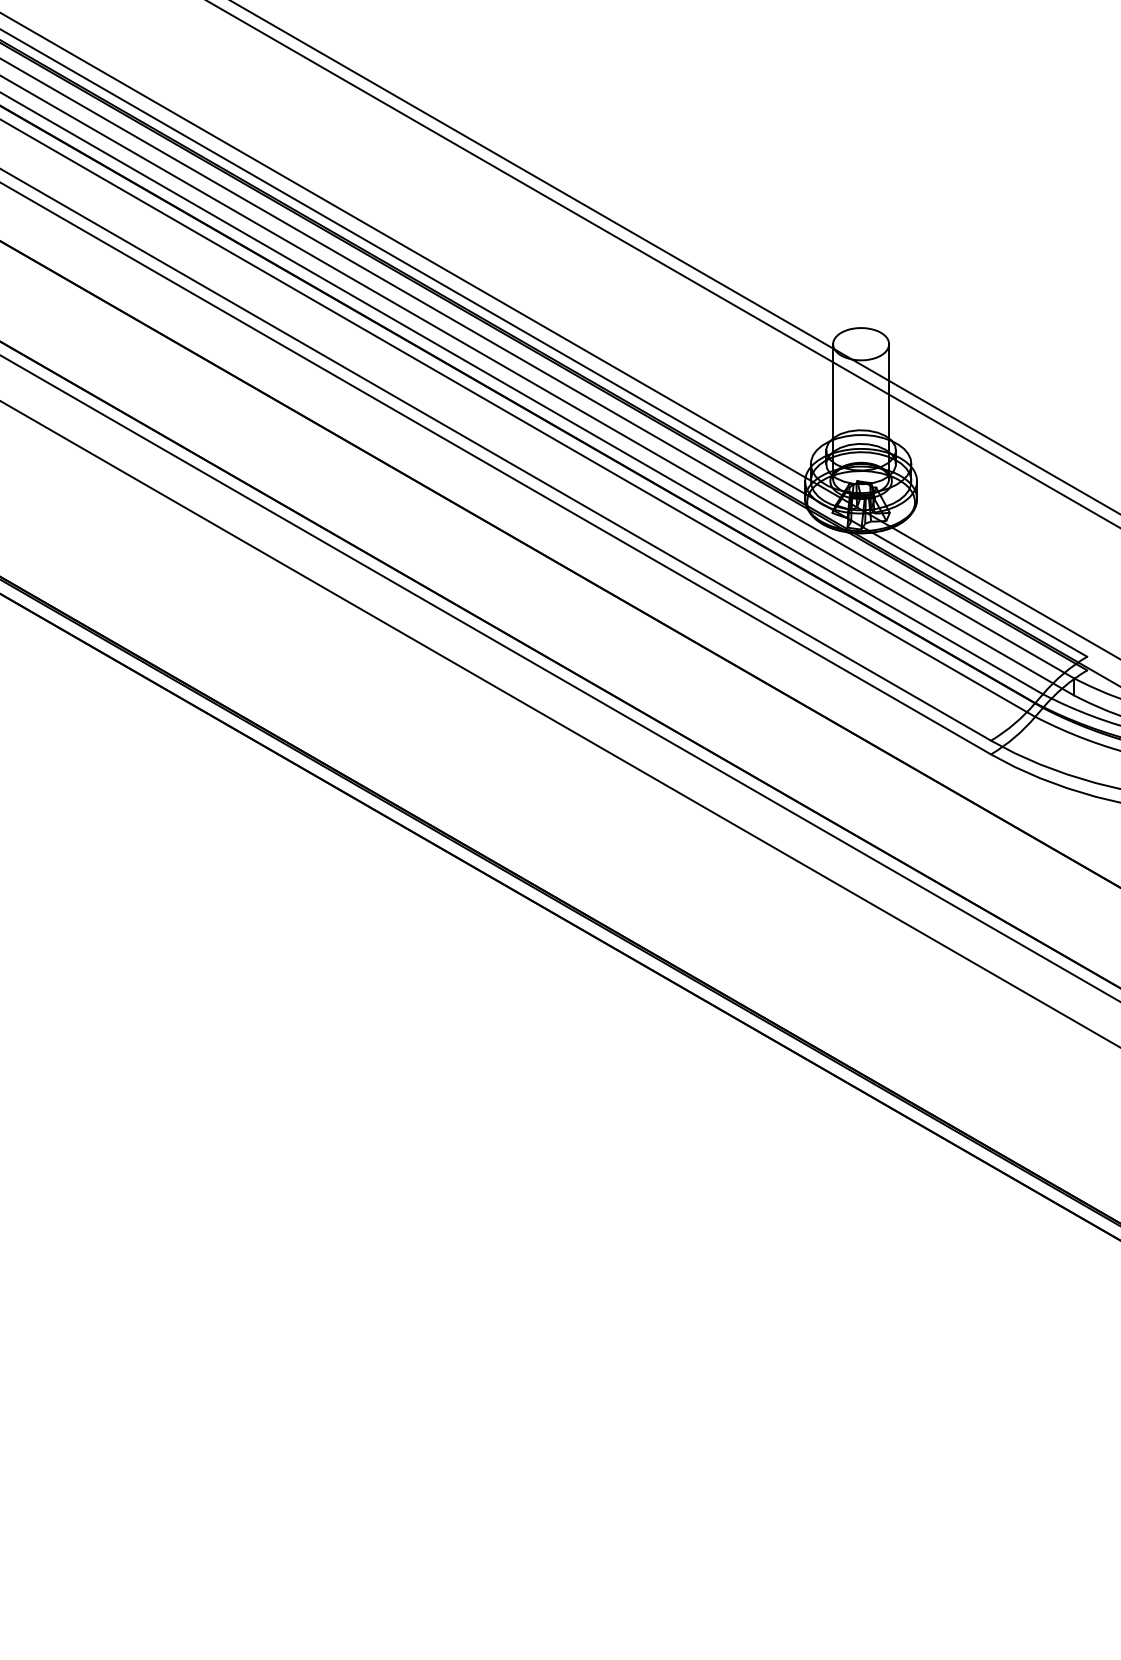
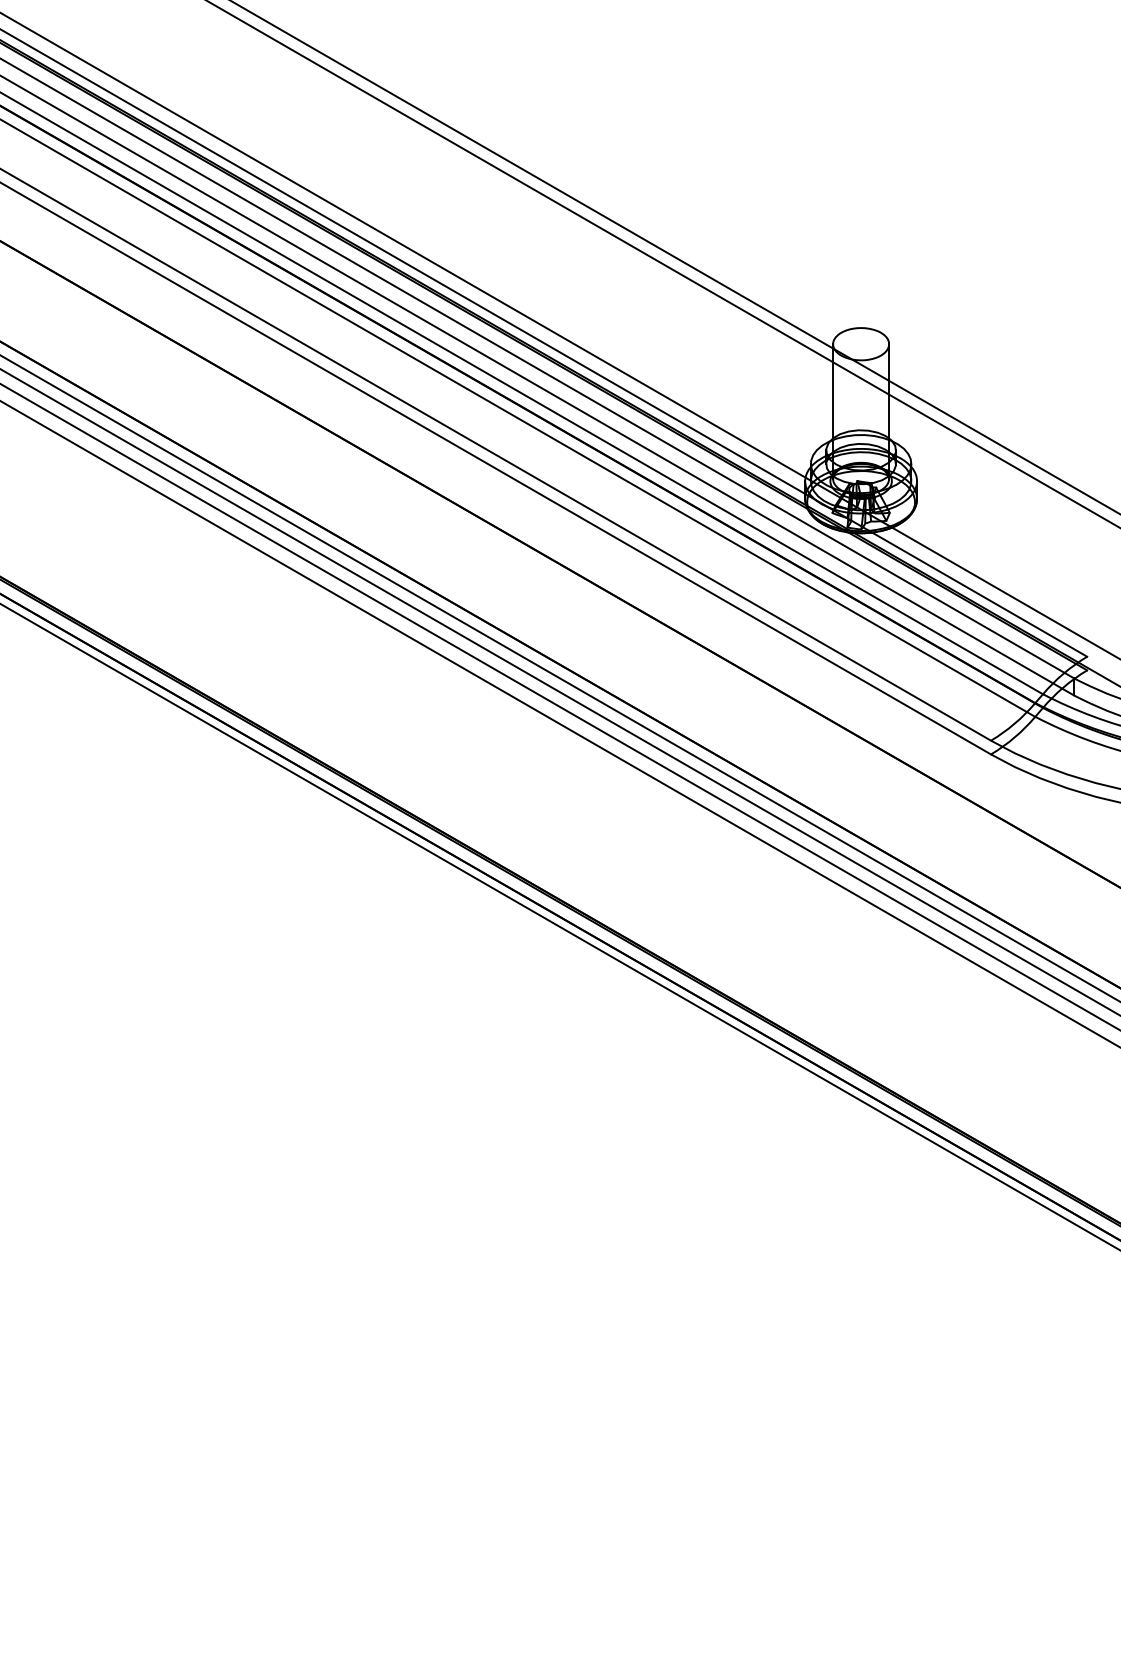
line at (559, 692): none -> present
line at (559, 706): none -> present
line at (559, 926): none -> present
